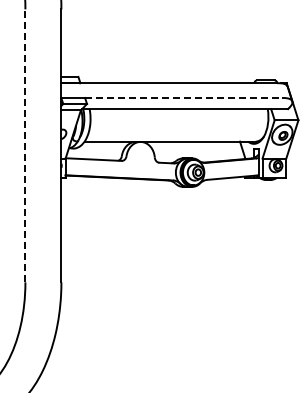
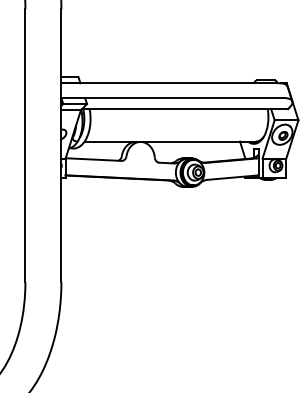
line at (184, 98): dashed -> solid
line at (25, 145): dashed -> solid
